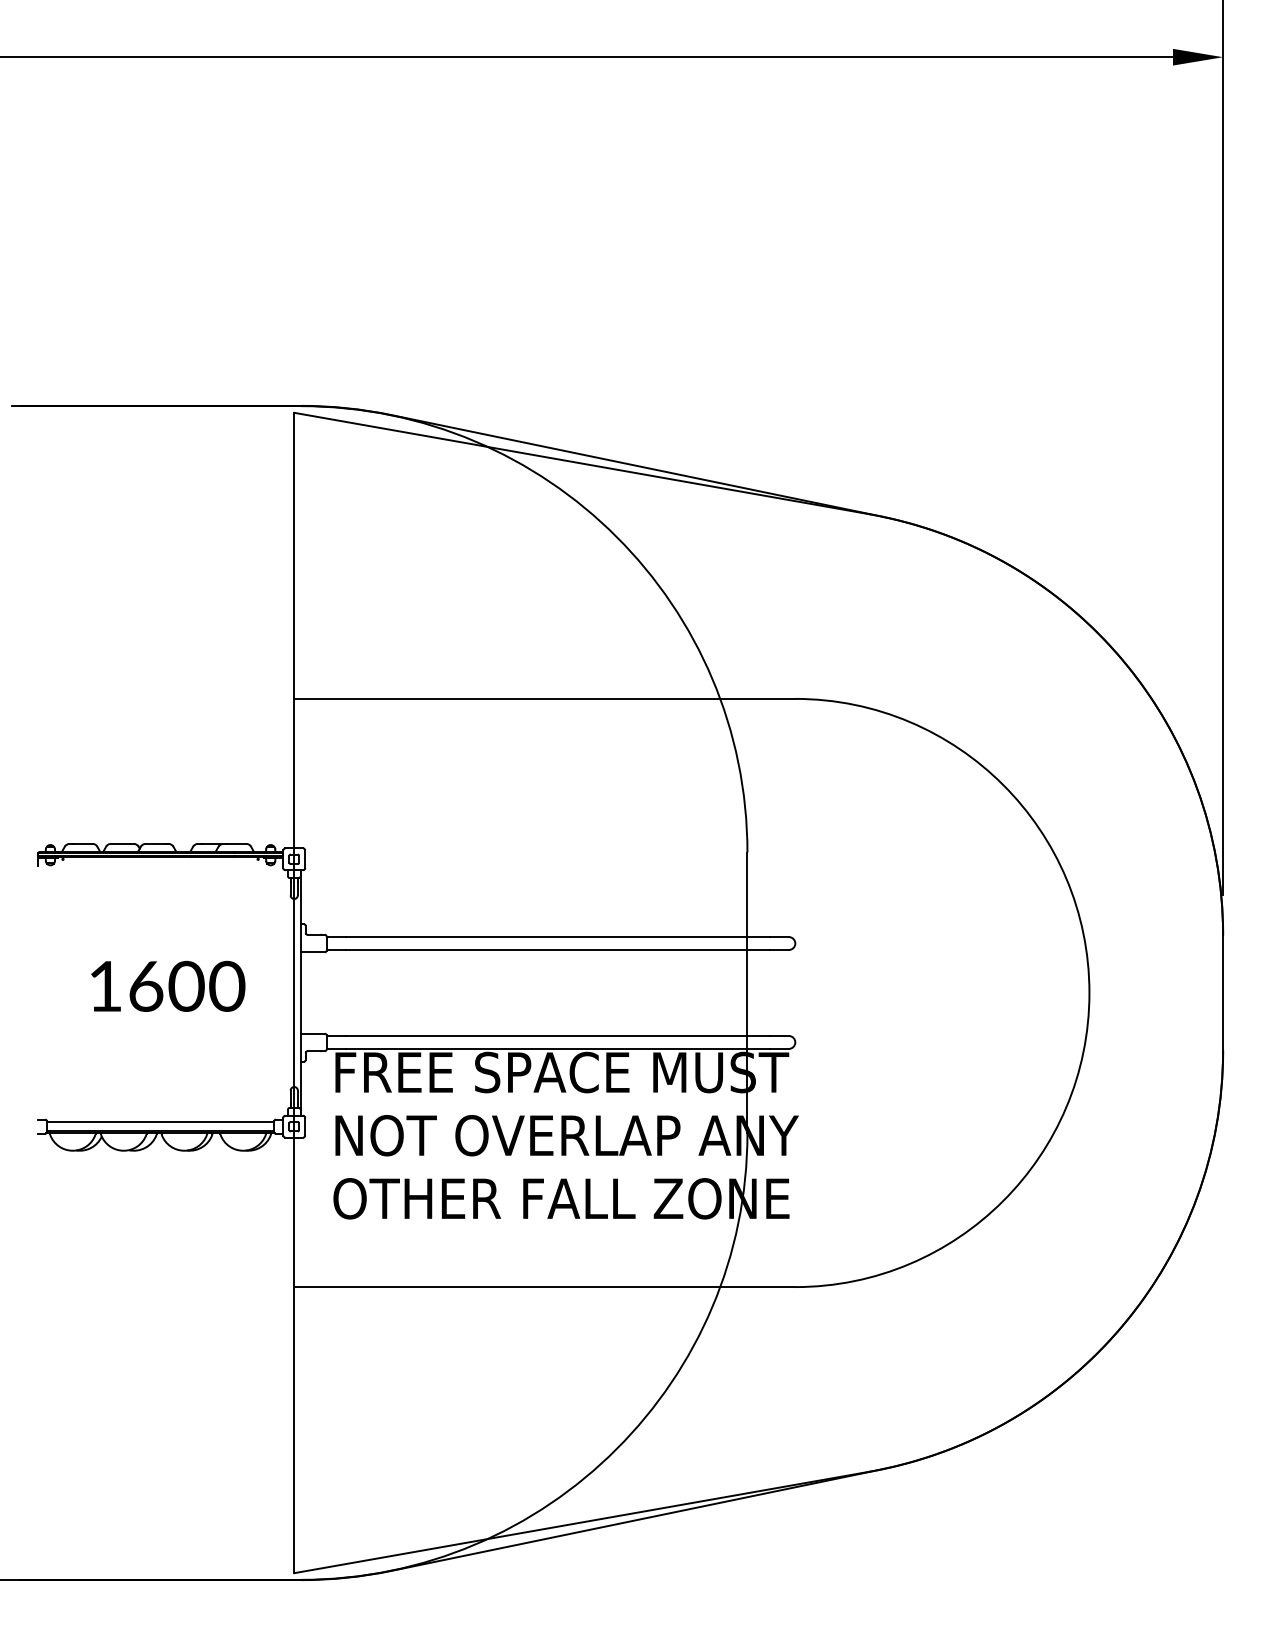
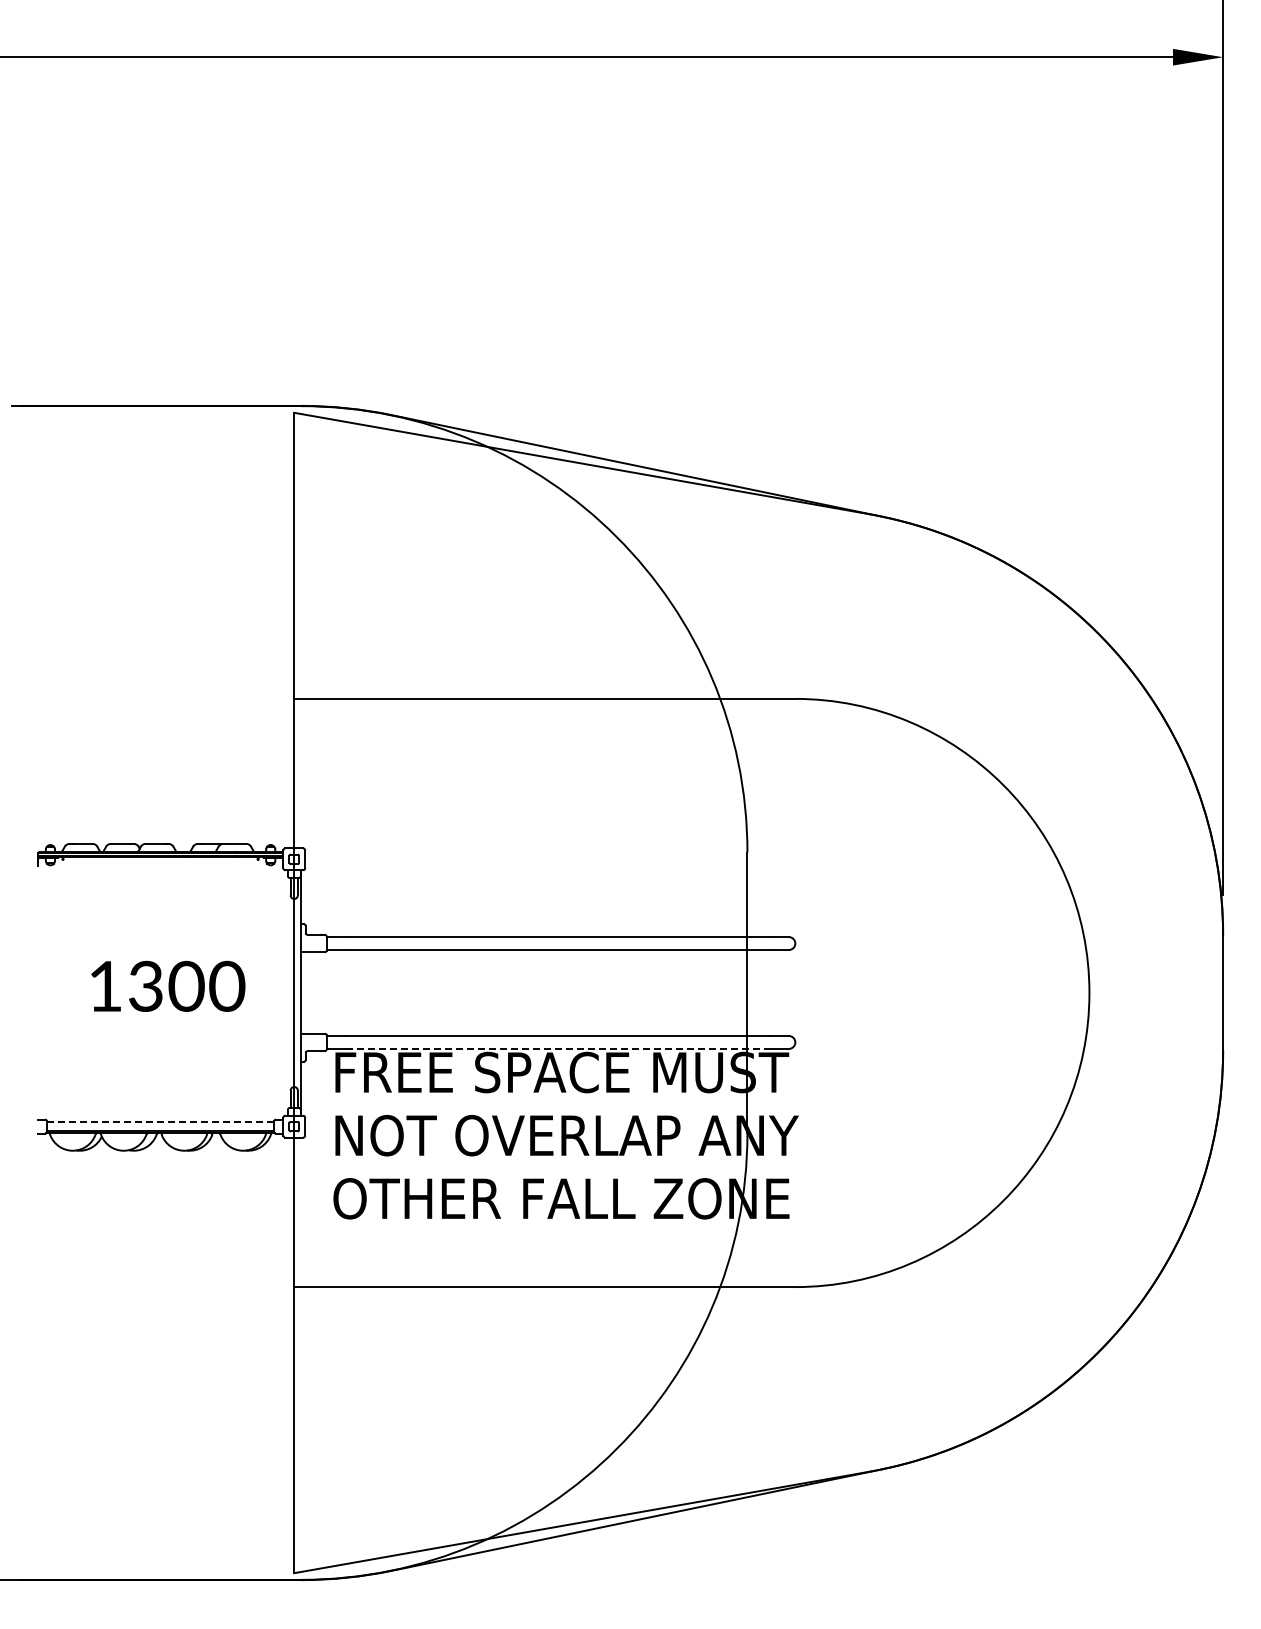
text at (146, 985): 1600 -> 1300
line at (558, 1048): solid -> dashed
line at (160, 1122): solid -> dashed
